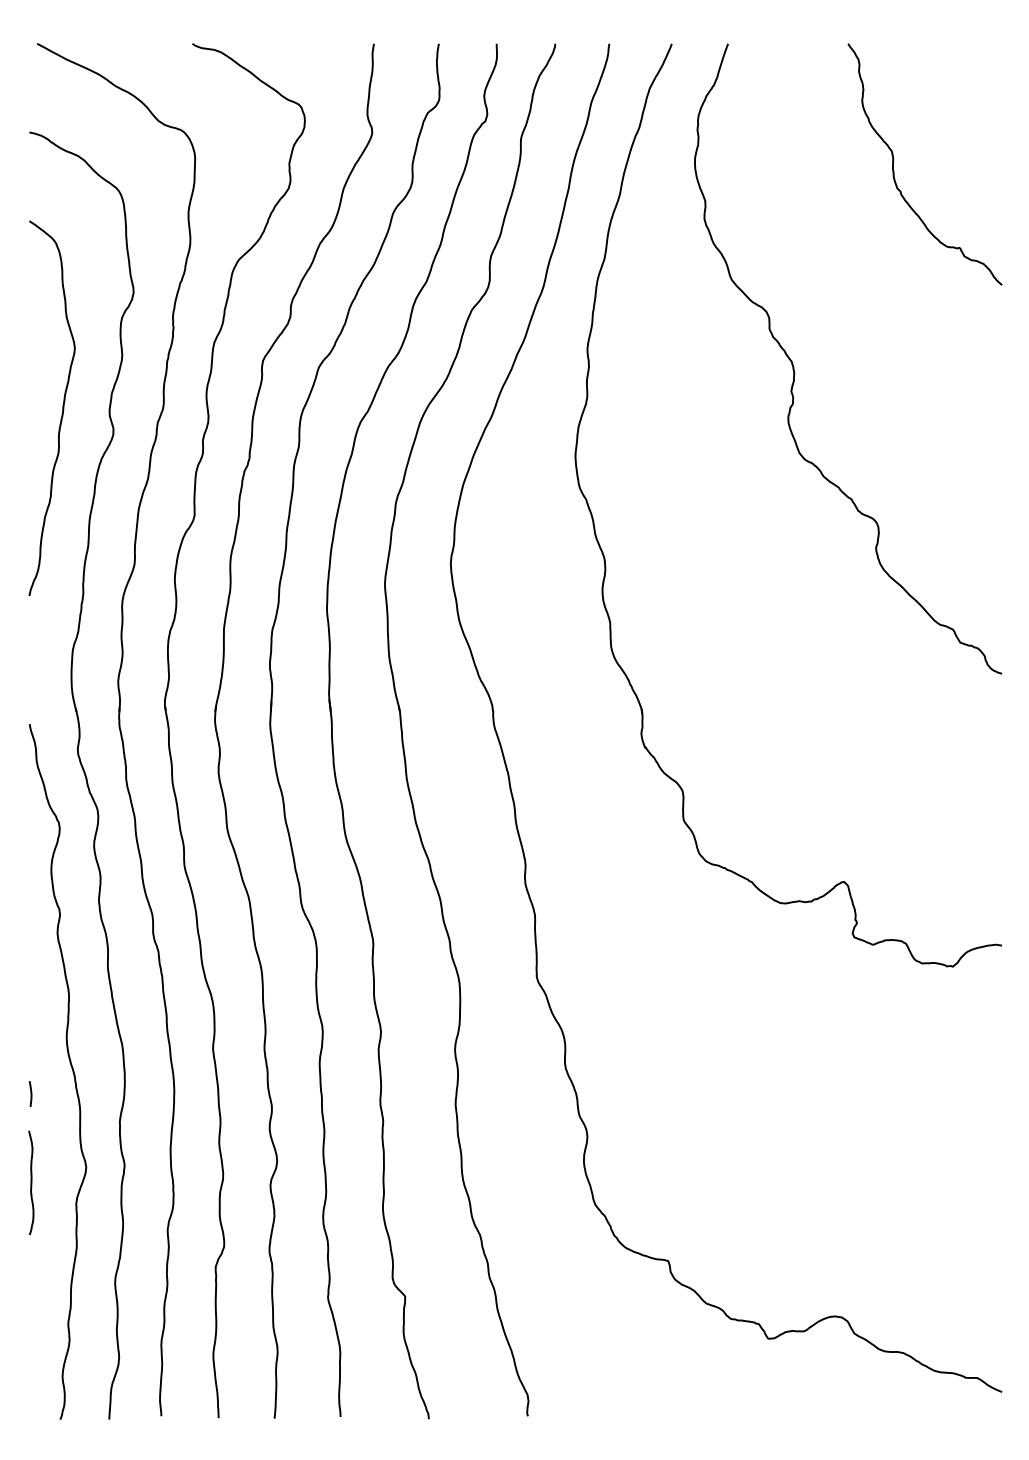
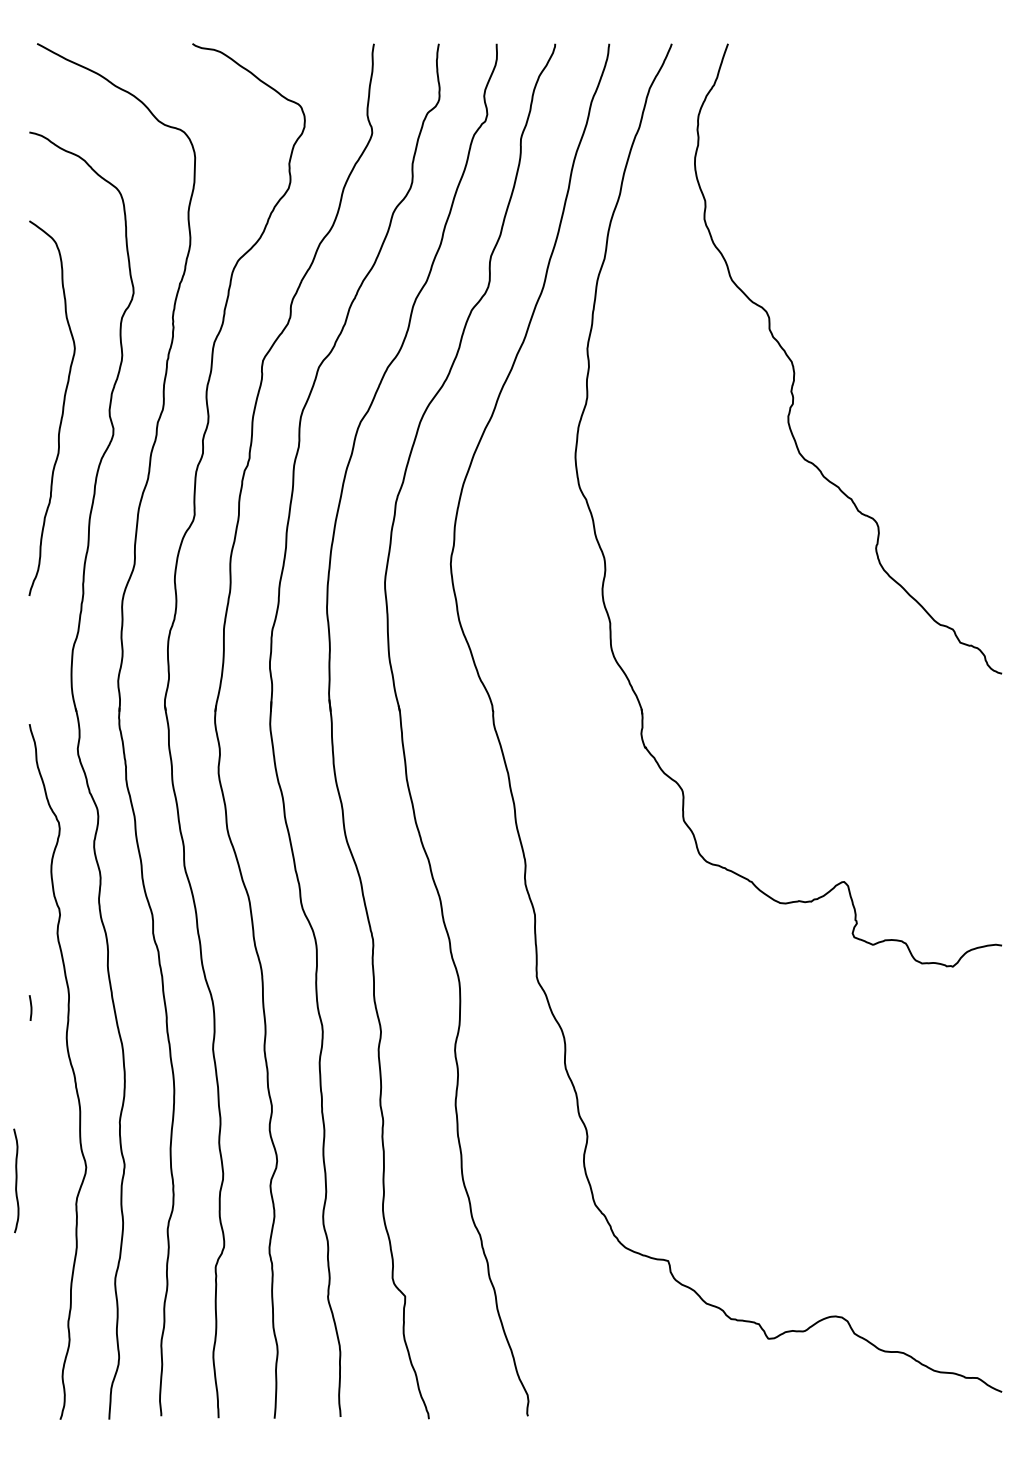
curve at (894, 161): present -> none
curve at (30, 1093) position: (30, 1093) -> (30, 1007)
curve at (31, 1182) position: (31, 1182) -> (16, 1180)
